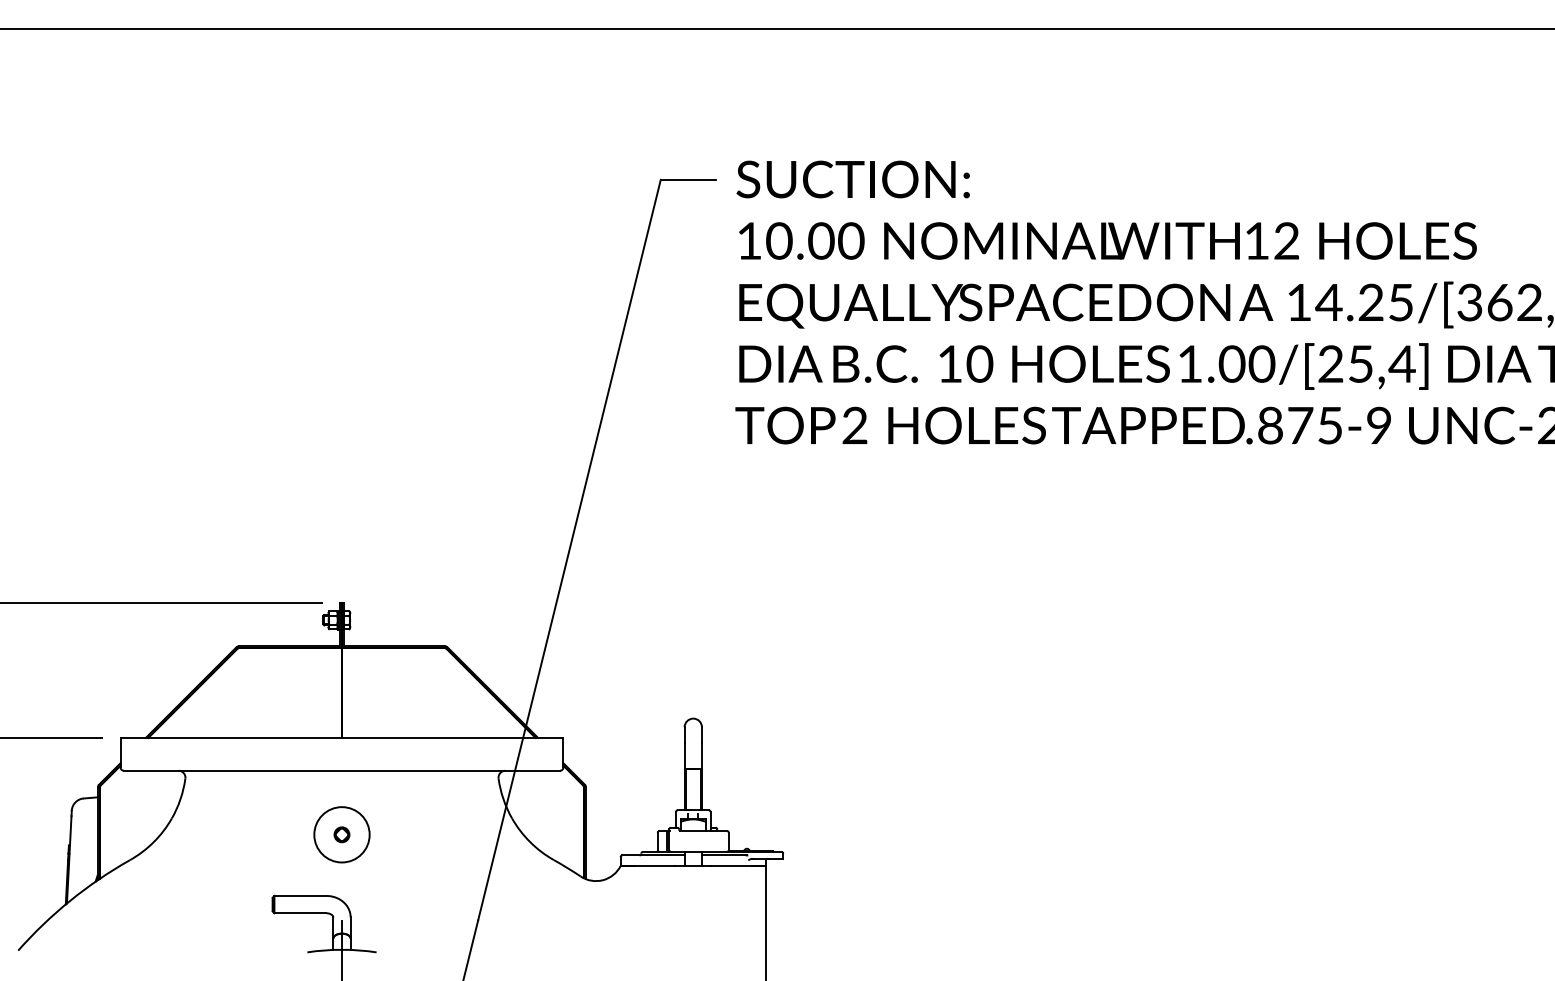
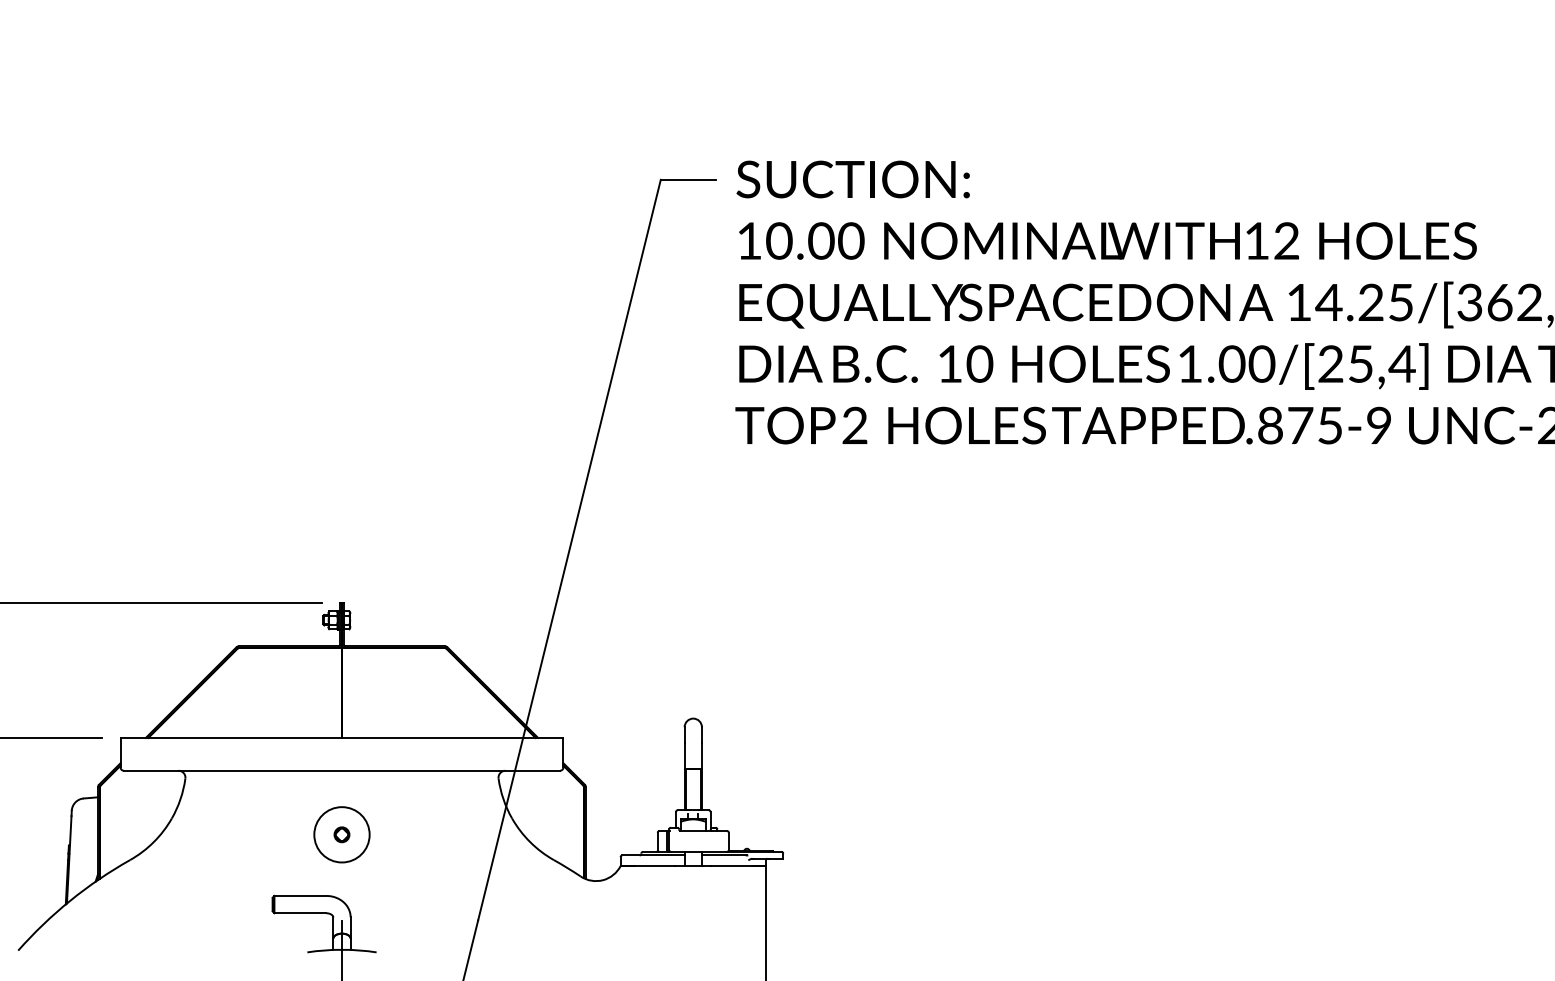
line at (776, 29): present -> none
